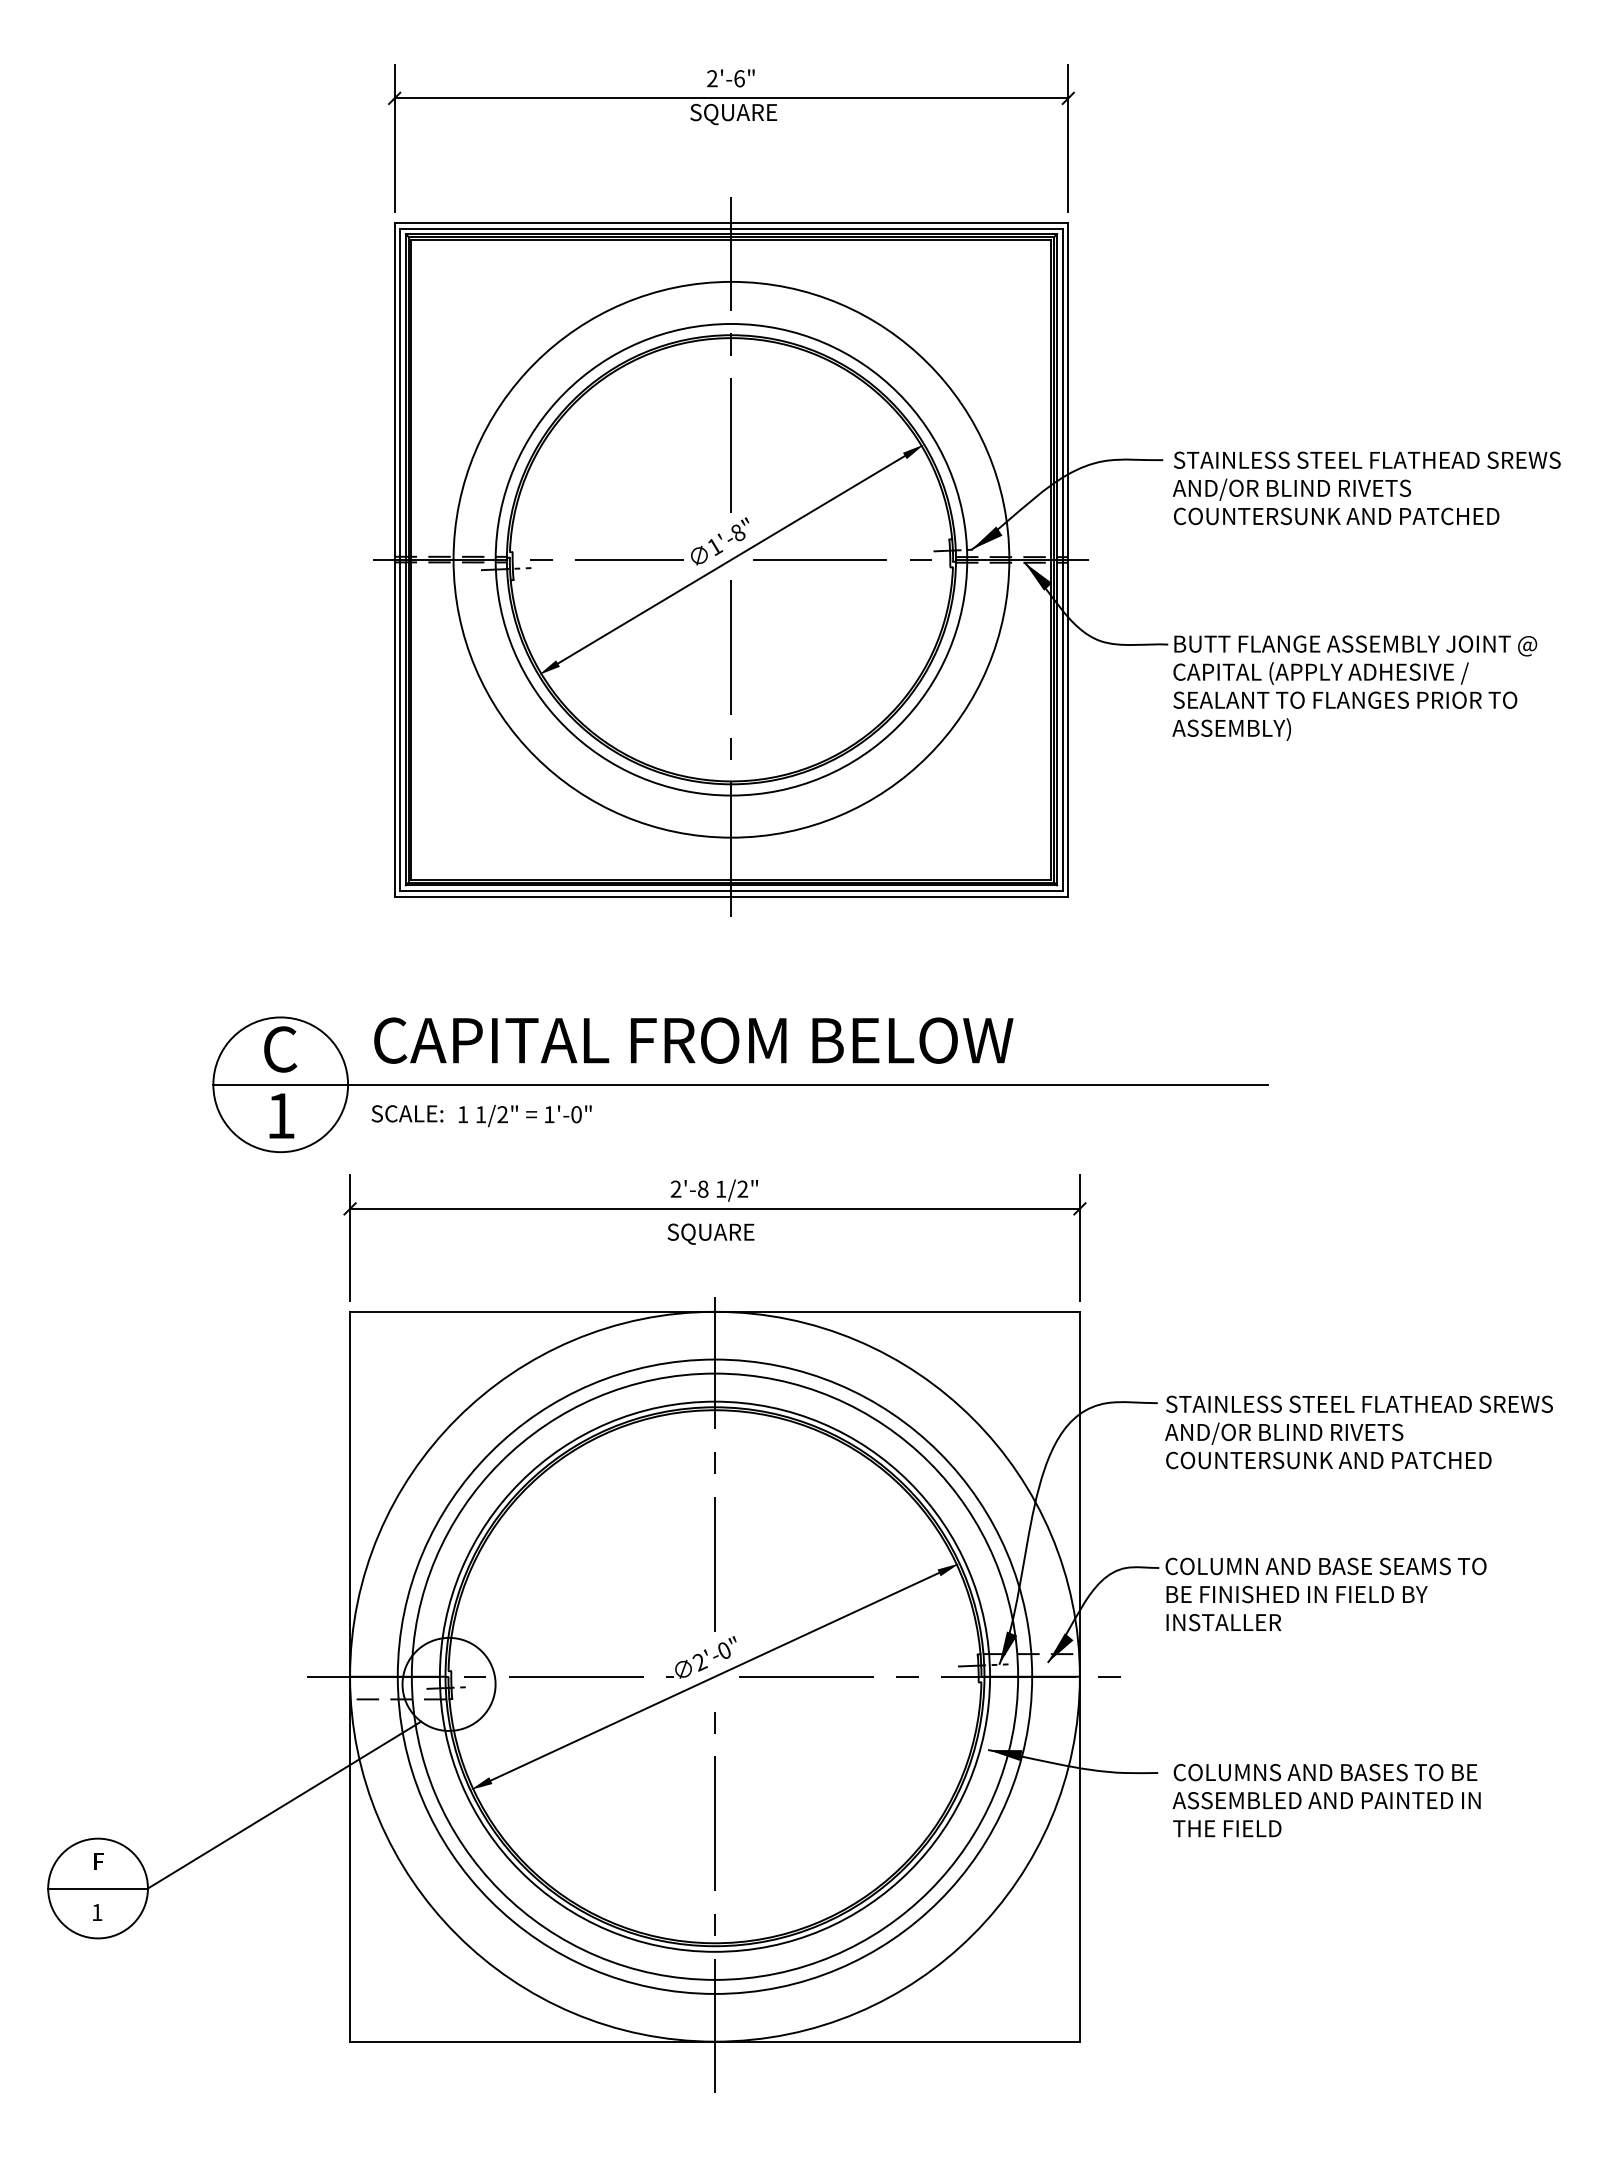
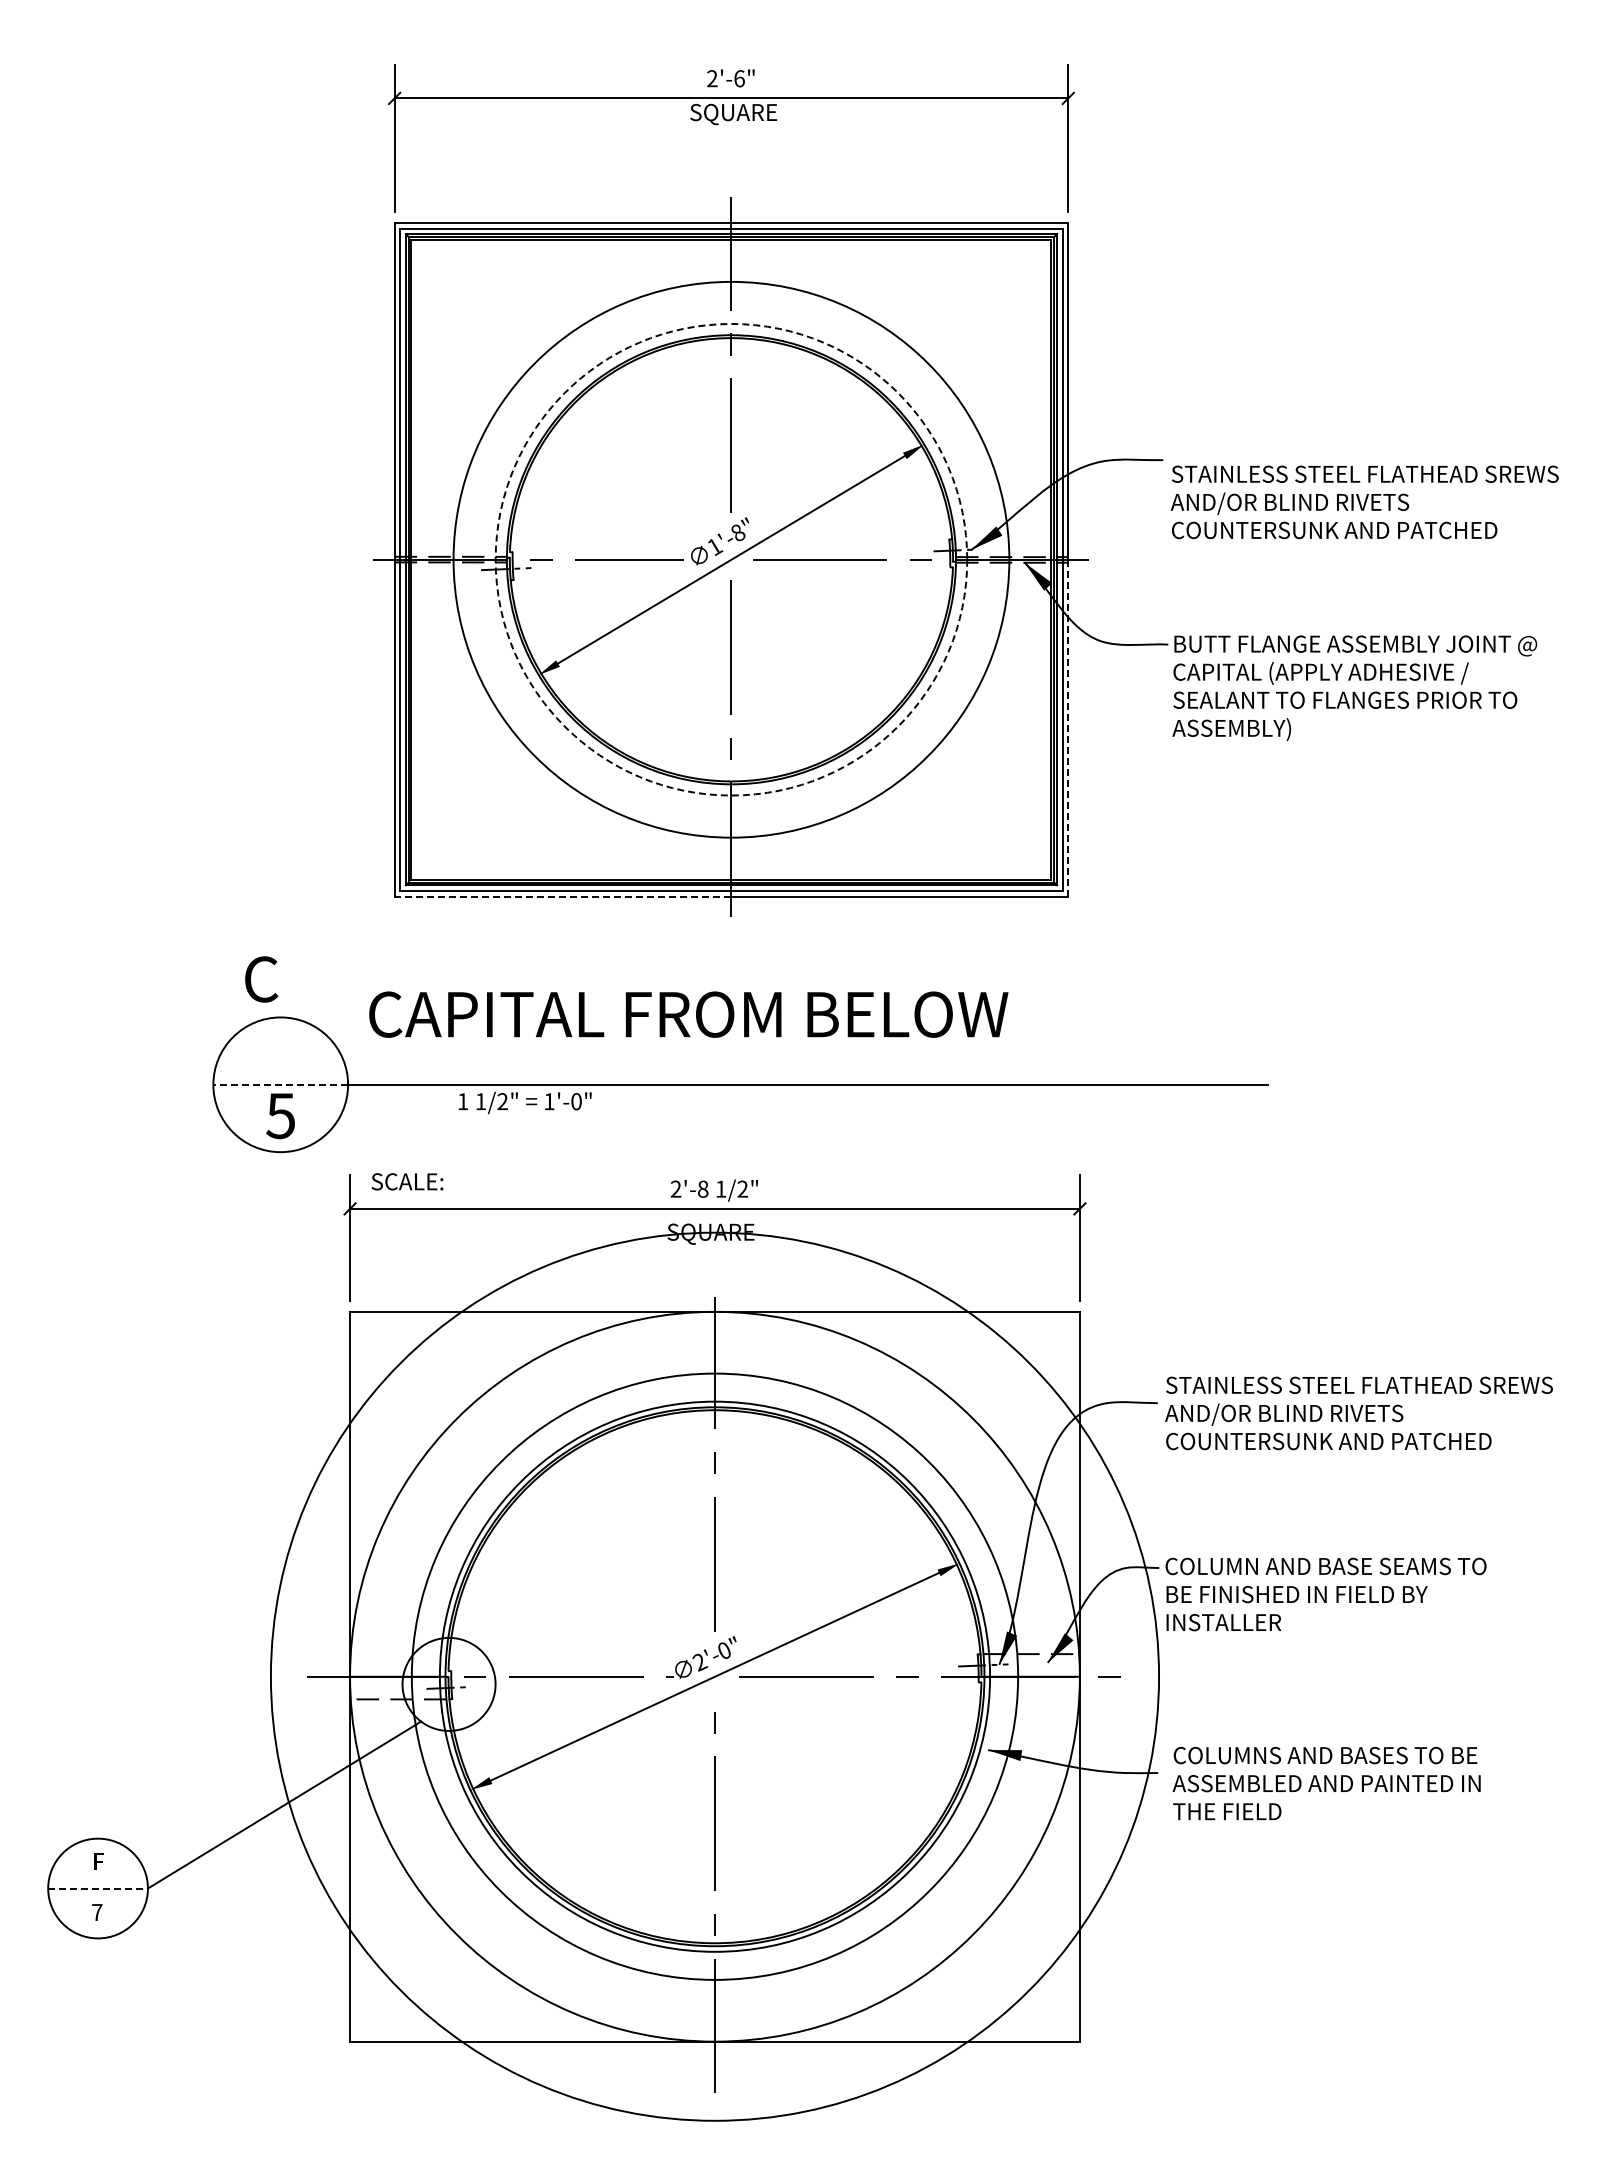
text at (1366, 488) position: (1366, 488) -> (1364, 502)
circle at (731, 559): solid -> dashed
line at (1068, 727): solid -> dashed
line at (562, 896): solid -> dashed
text at (693, 1040) position: (693, 1040) -> (688, 1014)
text at (280, 1049) position: (280, 1049) -> (261, 979)
line at (280, 1084): solid -> dashed
text at (407, 1113) position: (407, 1113) -> (407, 1181)
text at (524, 1115) position: (524, 1115) -> (524, 1102)
text at (280, 1116): 1 -> 5
text at (1358, 1432) position: (1358, 1432) -> (1358, 1413)
circle at (714, 1676) diameter: 634 px -> 888 px
text at (1326, 1800) position: (1326, 1800) -> (1326, 1783)
line at (98, 1888): solid -> dashed
text at (97, 1912): 1 -> 7
